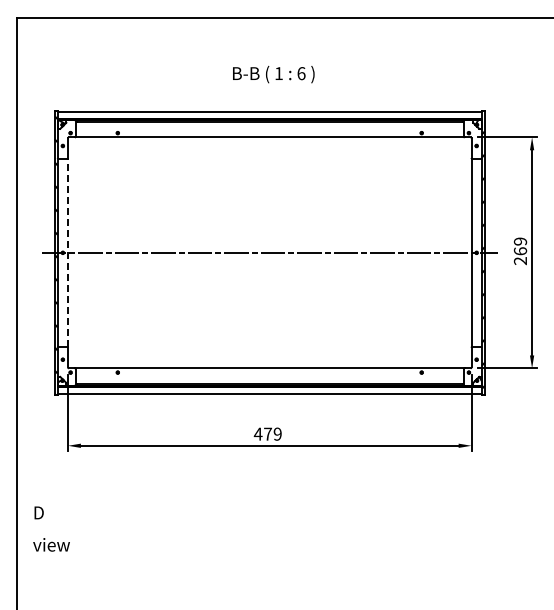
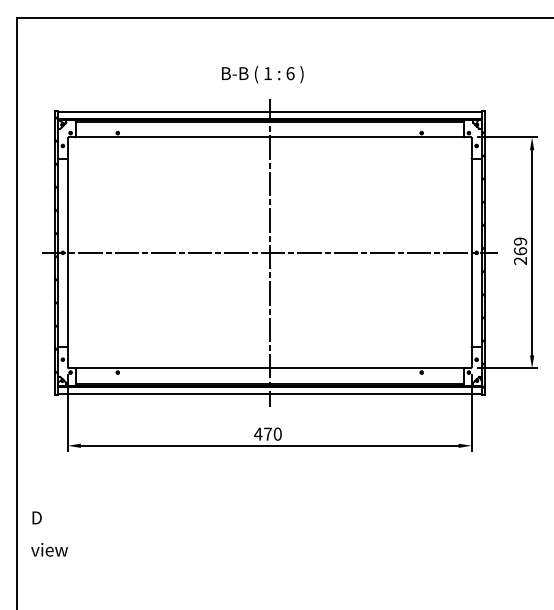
text at (273, 74) position: (273, 74) -> (262, 74)
line at (67, 252): dashed -> solid
line at (269, 252): none -> present
text at (277, 433): 479 -> 470
text at (51, 528) position: (51, 528) -> (49, 533)
